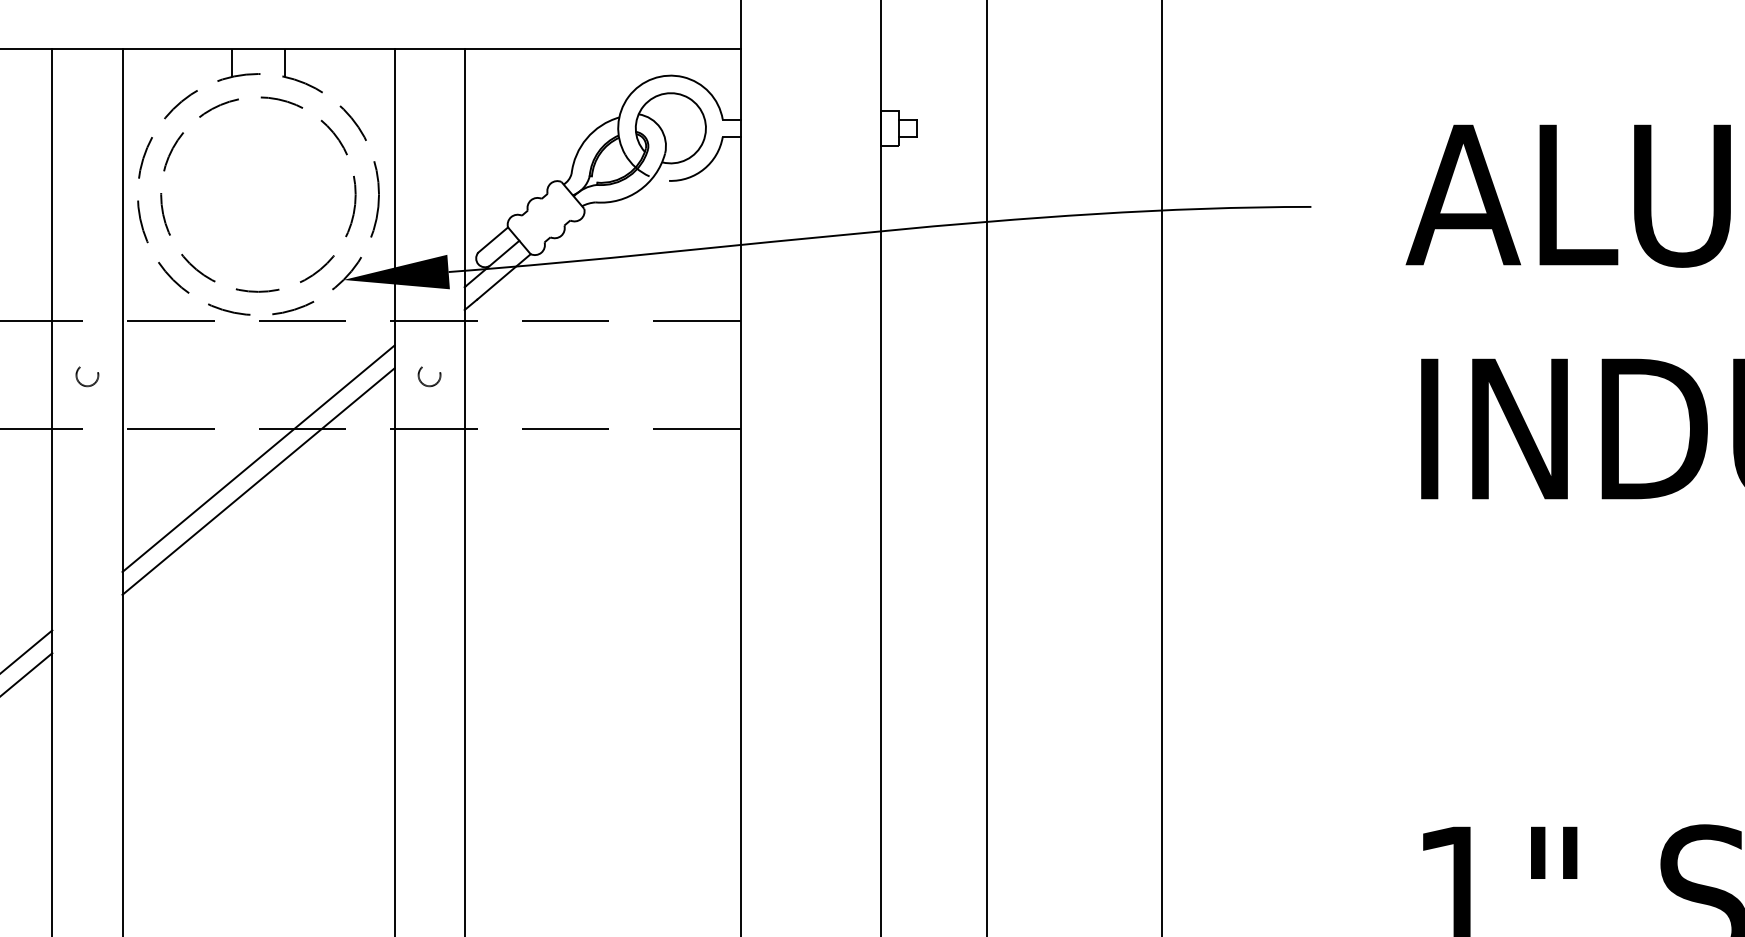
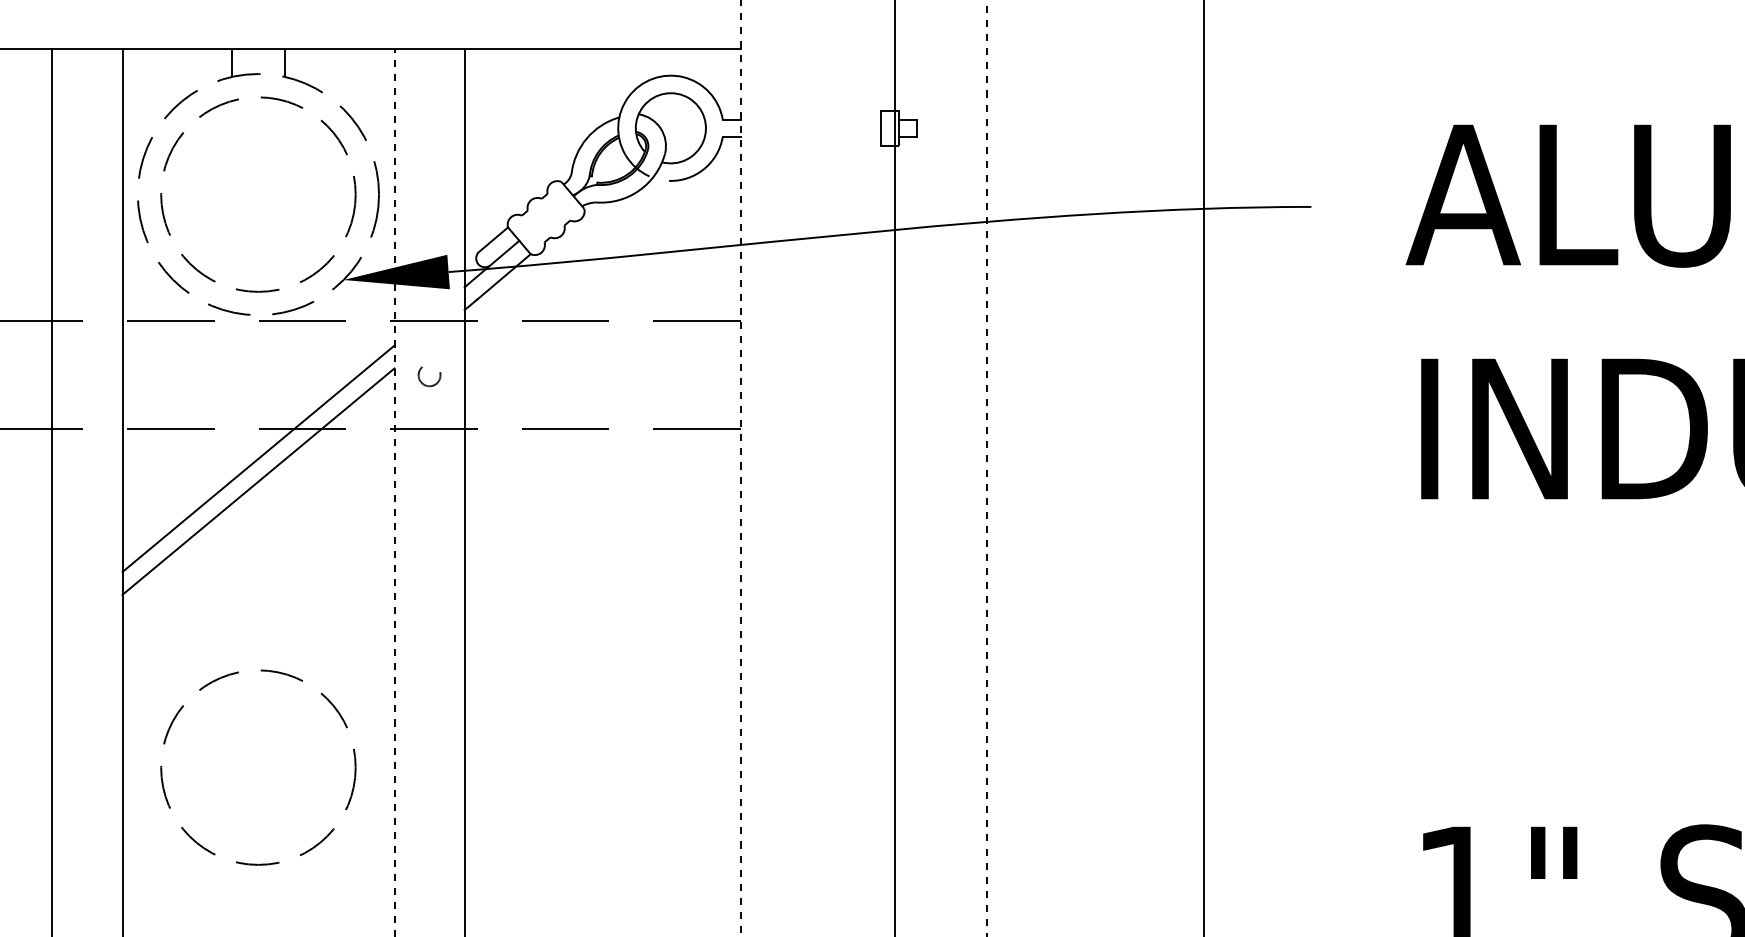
circle at (87, 376): present -> none
line at (881, 467) position: (881, 467) -> (895, 467)
line at (1162, 467) position: (1162, 467) -> (1204, 467)
line at (741, 468): solid -> dashed
line at (986, 468): solid -> dashed
line at (394, 492): solid -> dashed
line at (27, 651): present -> none
line at (27, 673): present -> none
circle at (258, 767): none -> present
